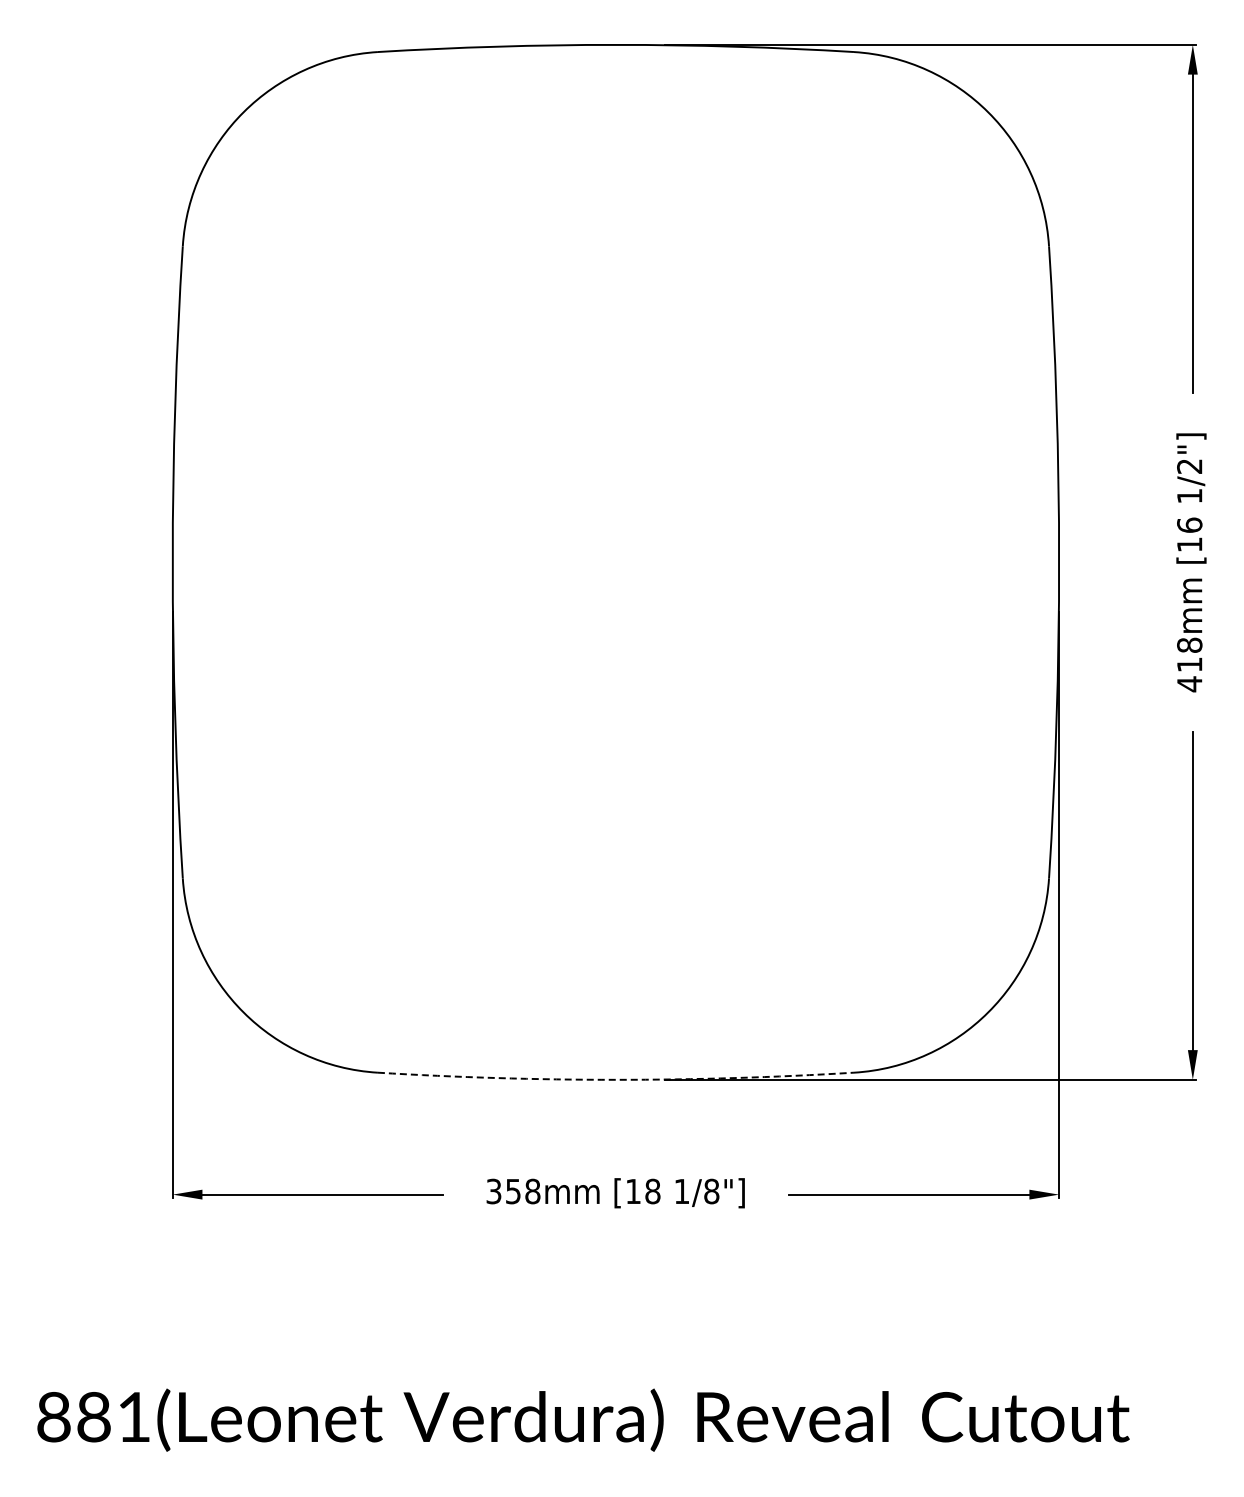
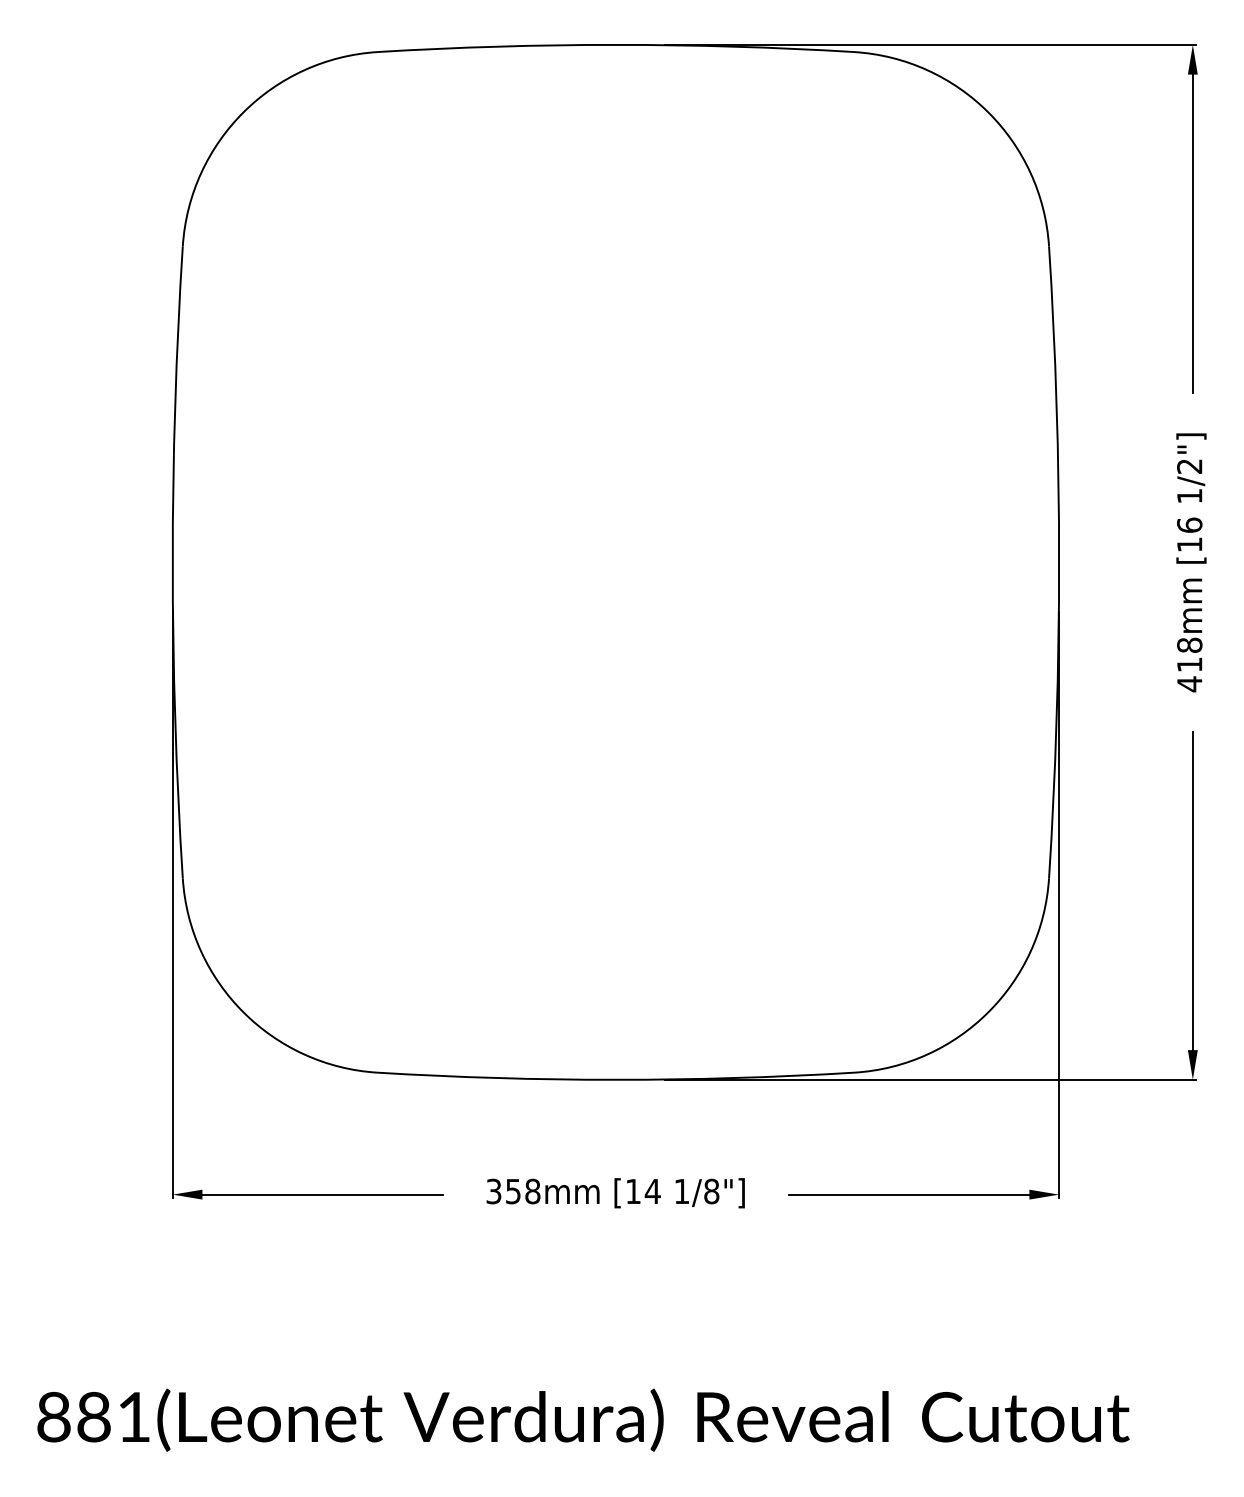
arc at (615, 1079): dashed -> solid
text at (652, 1191): [18 -> [14
